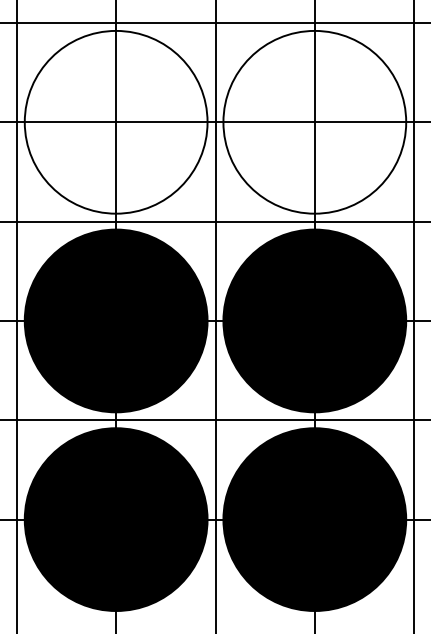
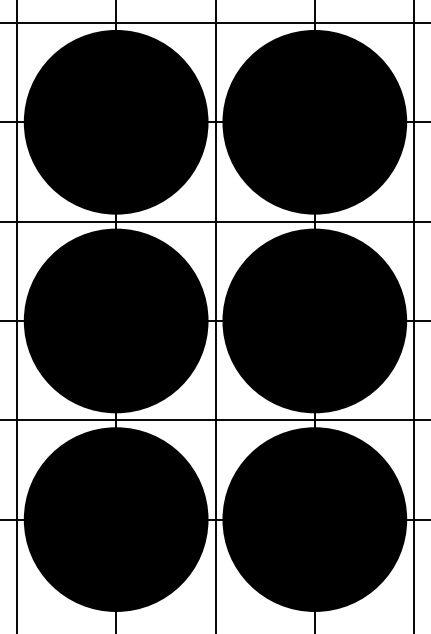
fill at (115, 121): none -> present
fill at (314, 121): none -> present
